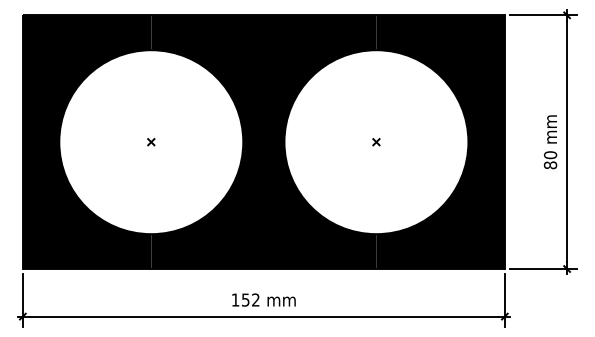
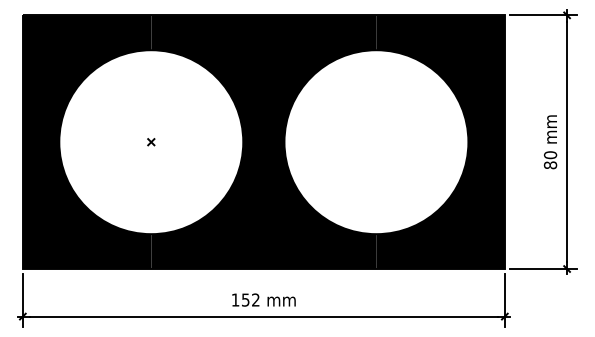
part at (376, 142): present -> none
